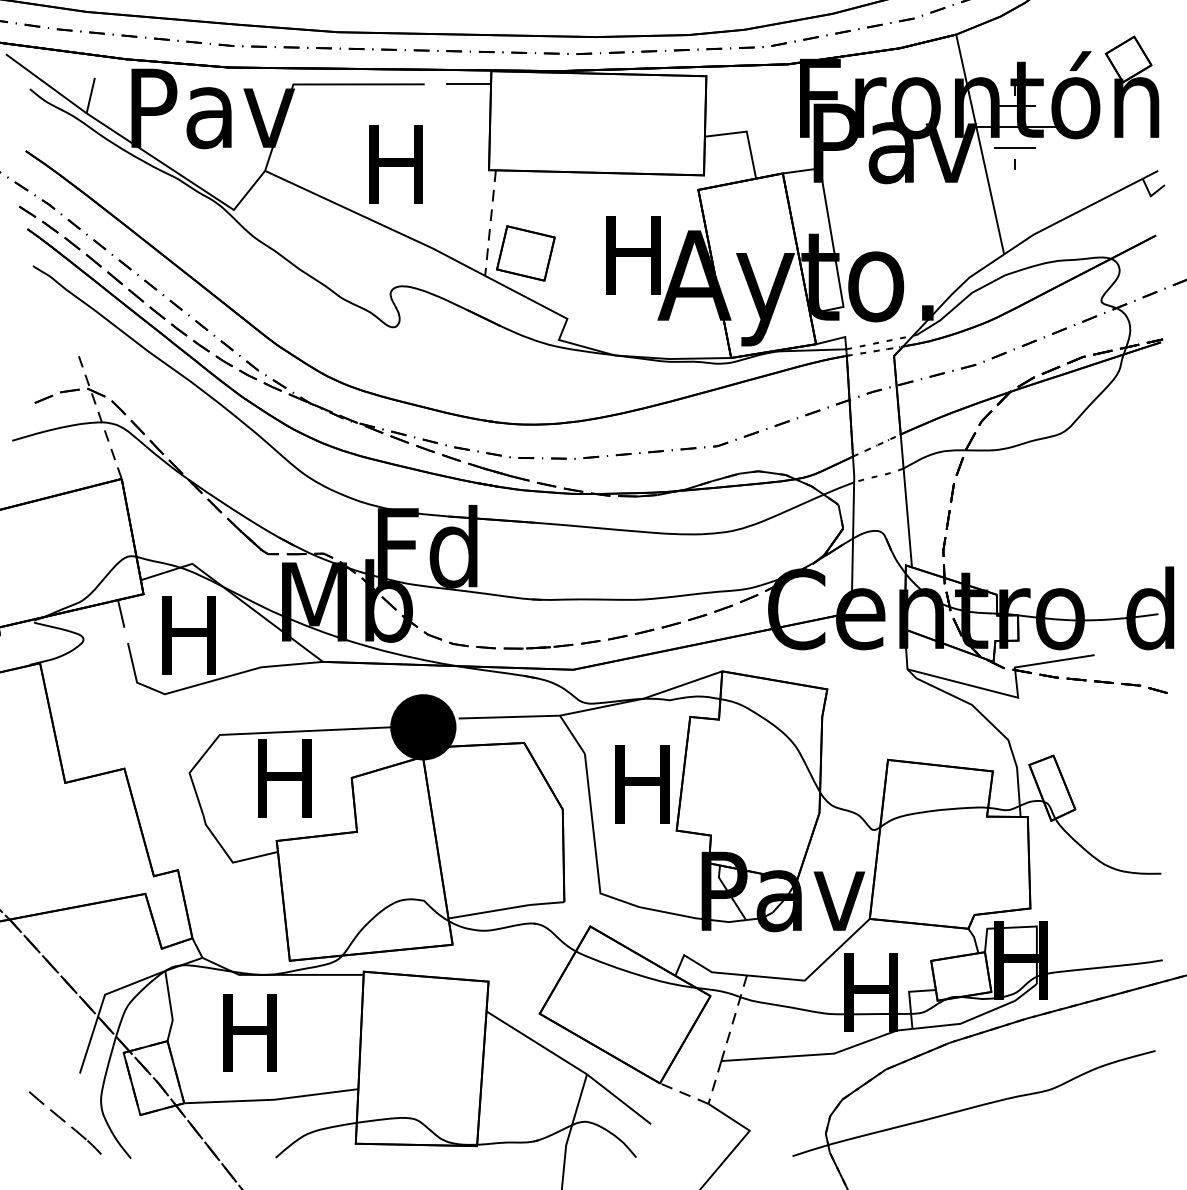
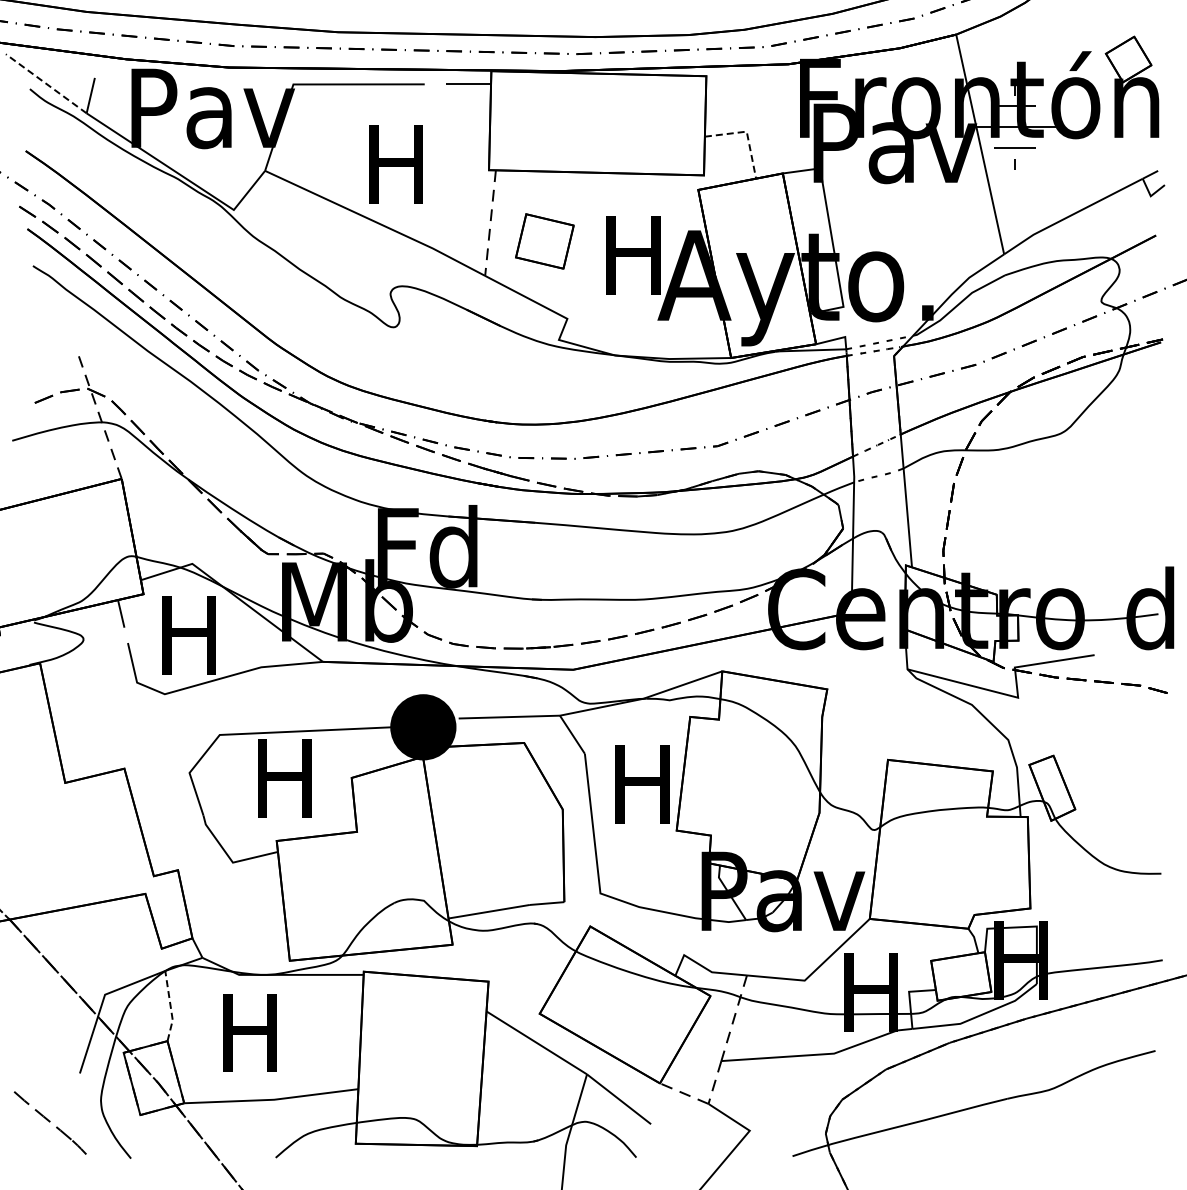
line at (45, 83): solid -> dashed
line at (747, 133): solid -> dashed
part at (525, 253) position: (525, 253) -> (544, 241)
line at (170, 1006): solid -> dashed
part at (64, 1122) position: (64, 1122) -> (49, 1122)
